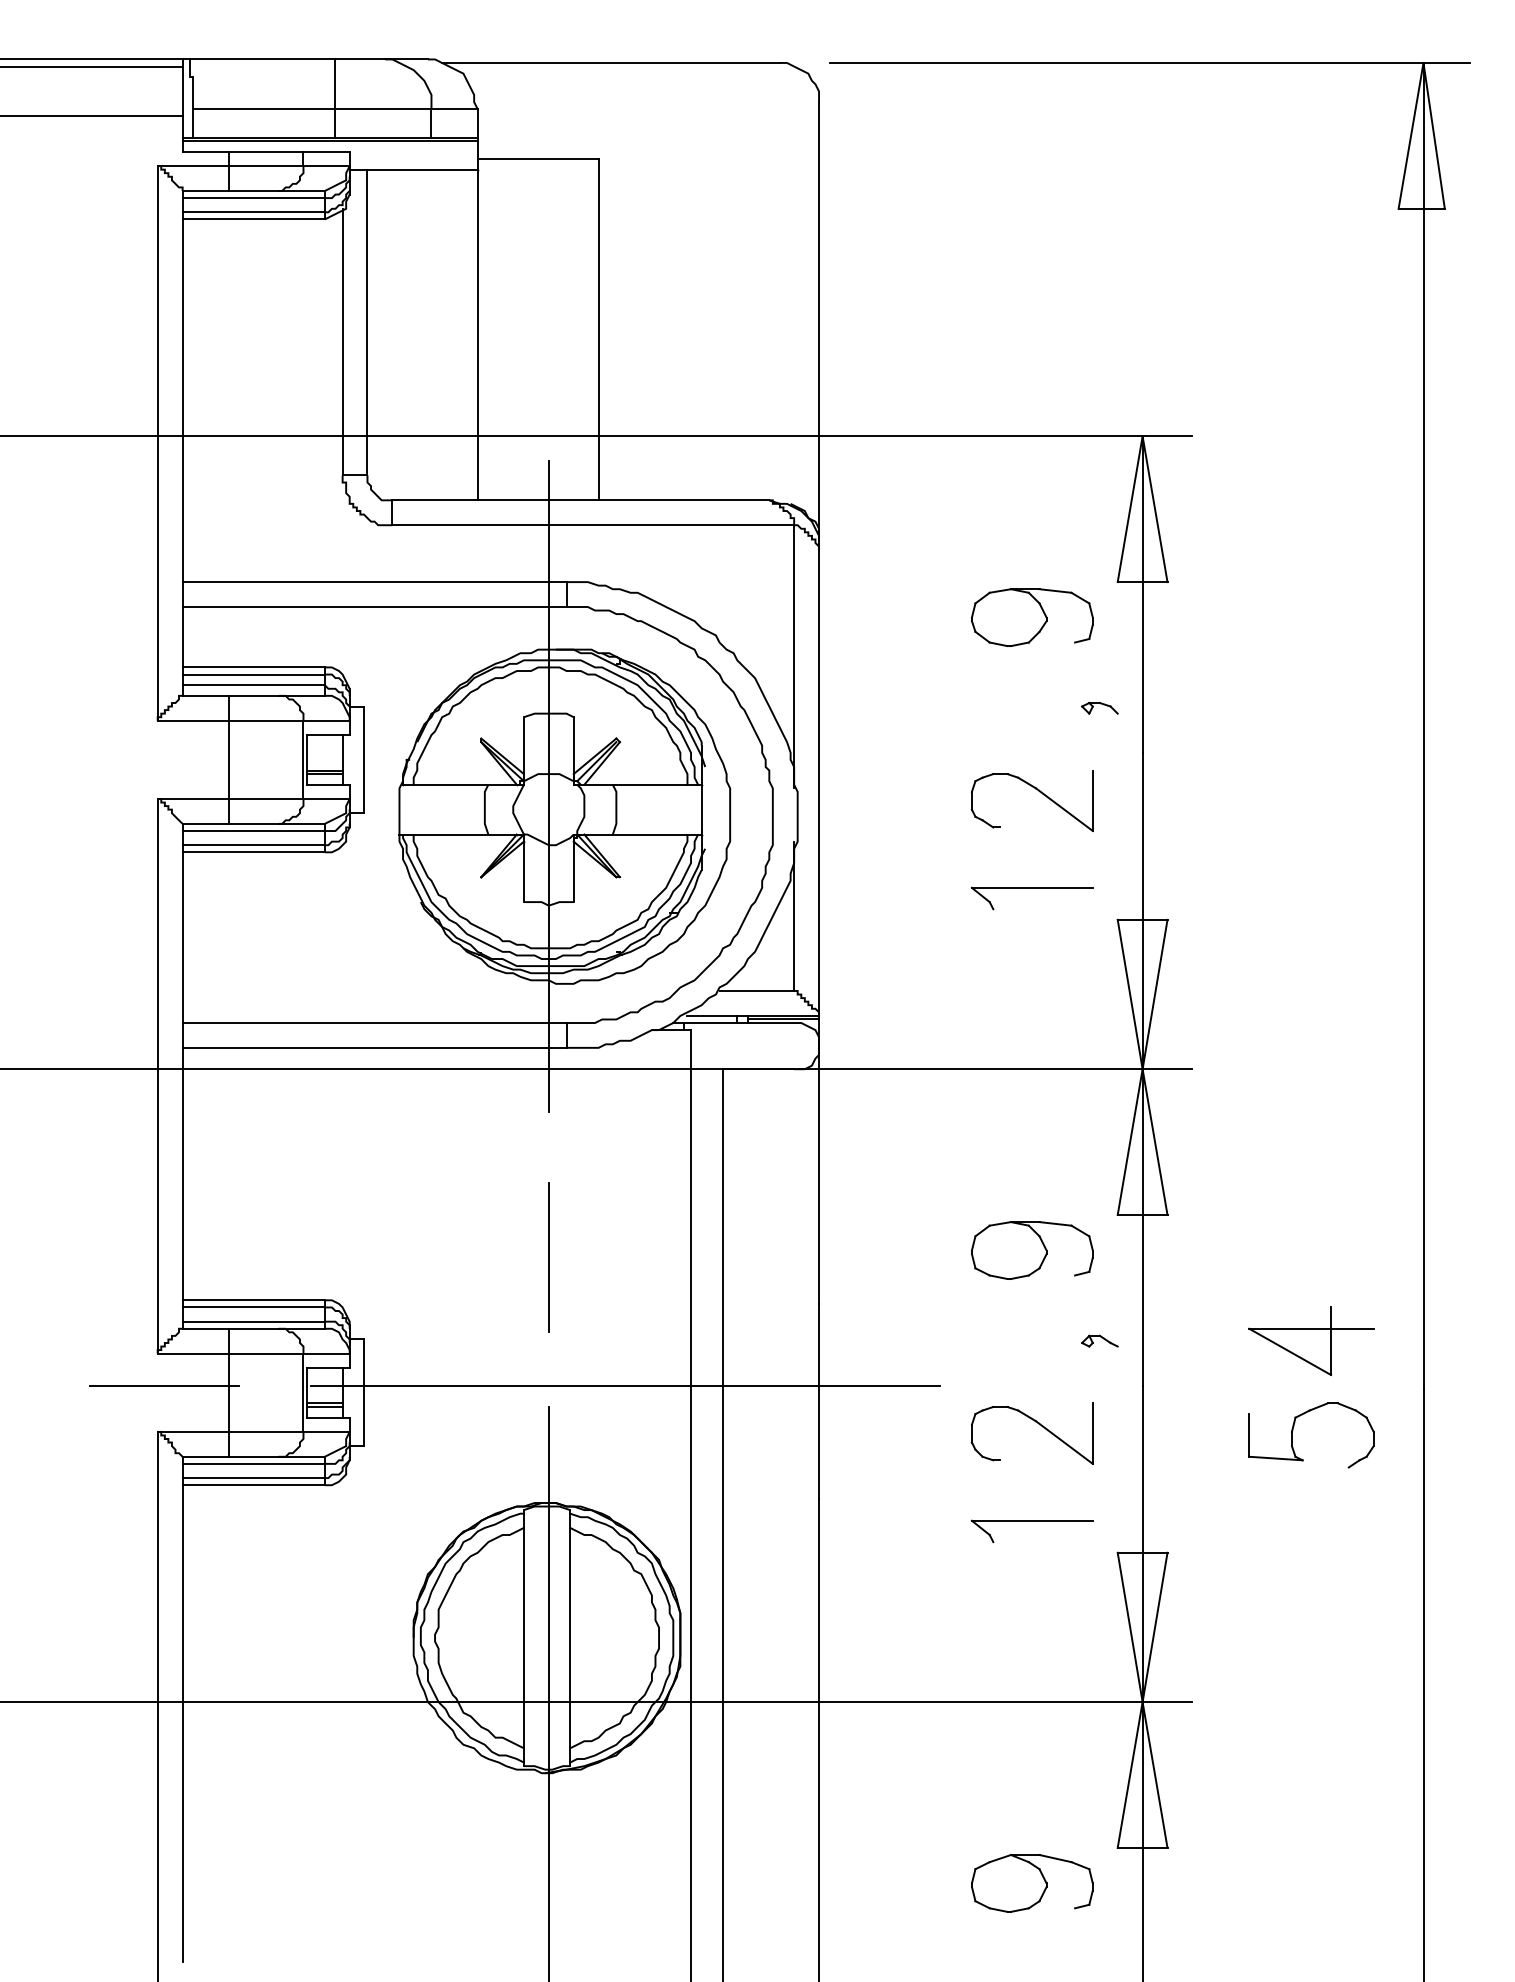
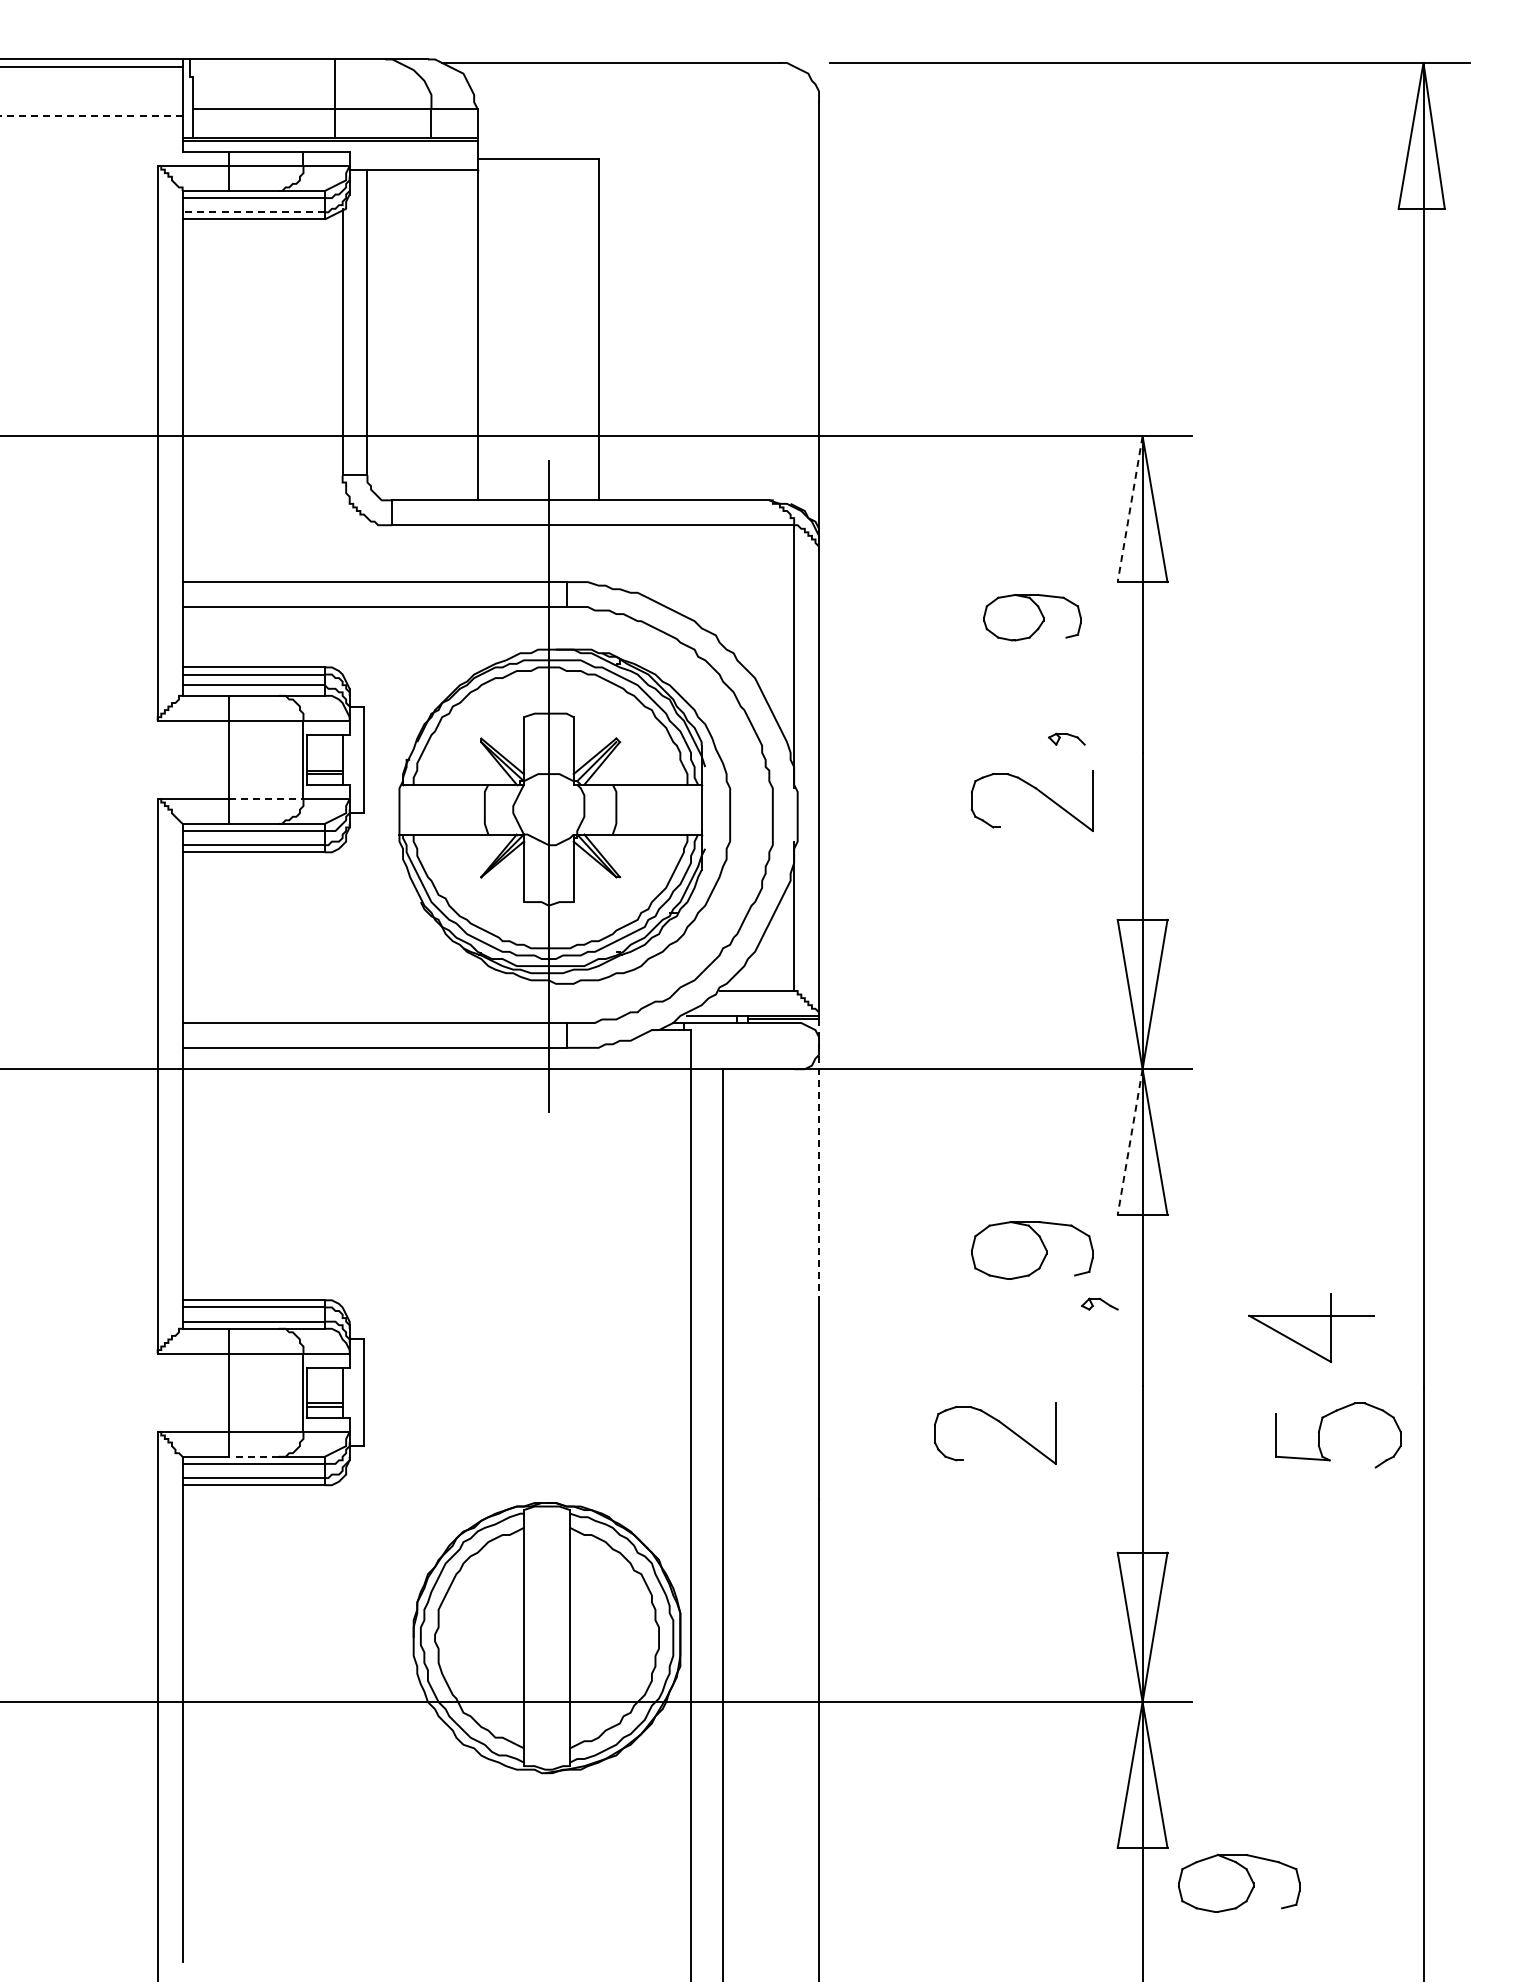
line at (91, 116): solid -> dashed
line at (253, 212): solid -> dashed
line at (1130, 509): solid -> dashed
part at (1032, 617) size: 123x60 px -> 99x48 px
part at (1099, 707) position: (1099, 707) -> (1066, 738)
line at (267, 799): solid -> dashed
part at (1032, 888): present -> none
line at (1130, 1142): solid -> dashed
line at (819, 1162): solid -> dashed
line at (548, 1257): present -> none
part at (1099, 1340) position: (1099, 1340) -> (1099, 1303)
part at (1311, 1340) position: (1311, 1340) -> (1311, 1327)
line at (164, 1385): present -> none
line at (624, 1385): present -> none
part at (1039, 1425) position: (1039, 1425) -> (1002, 1425)
part at (1293, 1430) position: (1293, 1430) -> (1320, 1430)
line at (253, 1456): solid -> dashed
part at (1031, 1521): present -> none
line at (548, 1692): present -> none
part at (1032, 1883) position: (1032, 1883) -> (1239, 1883)
